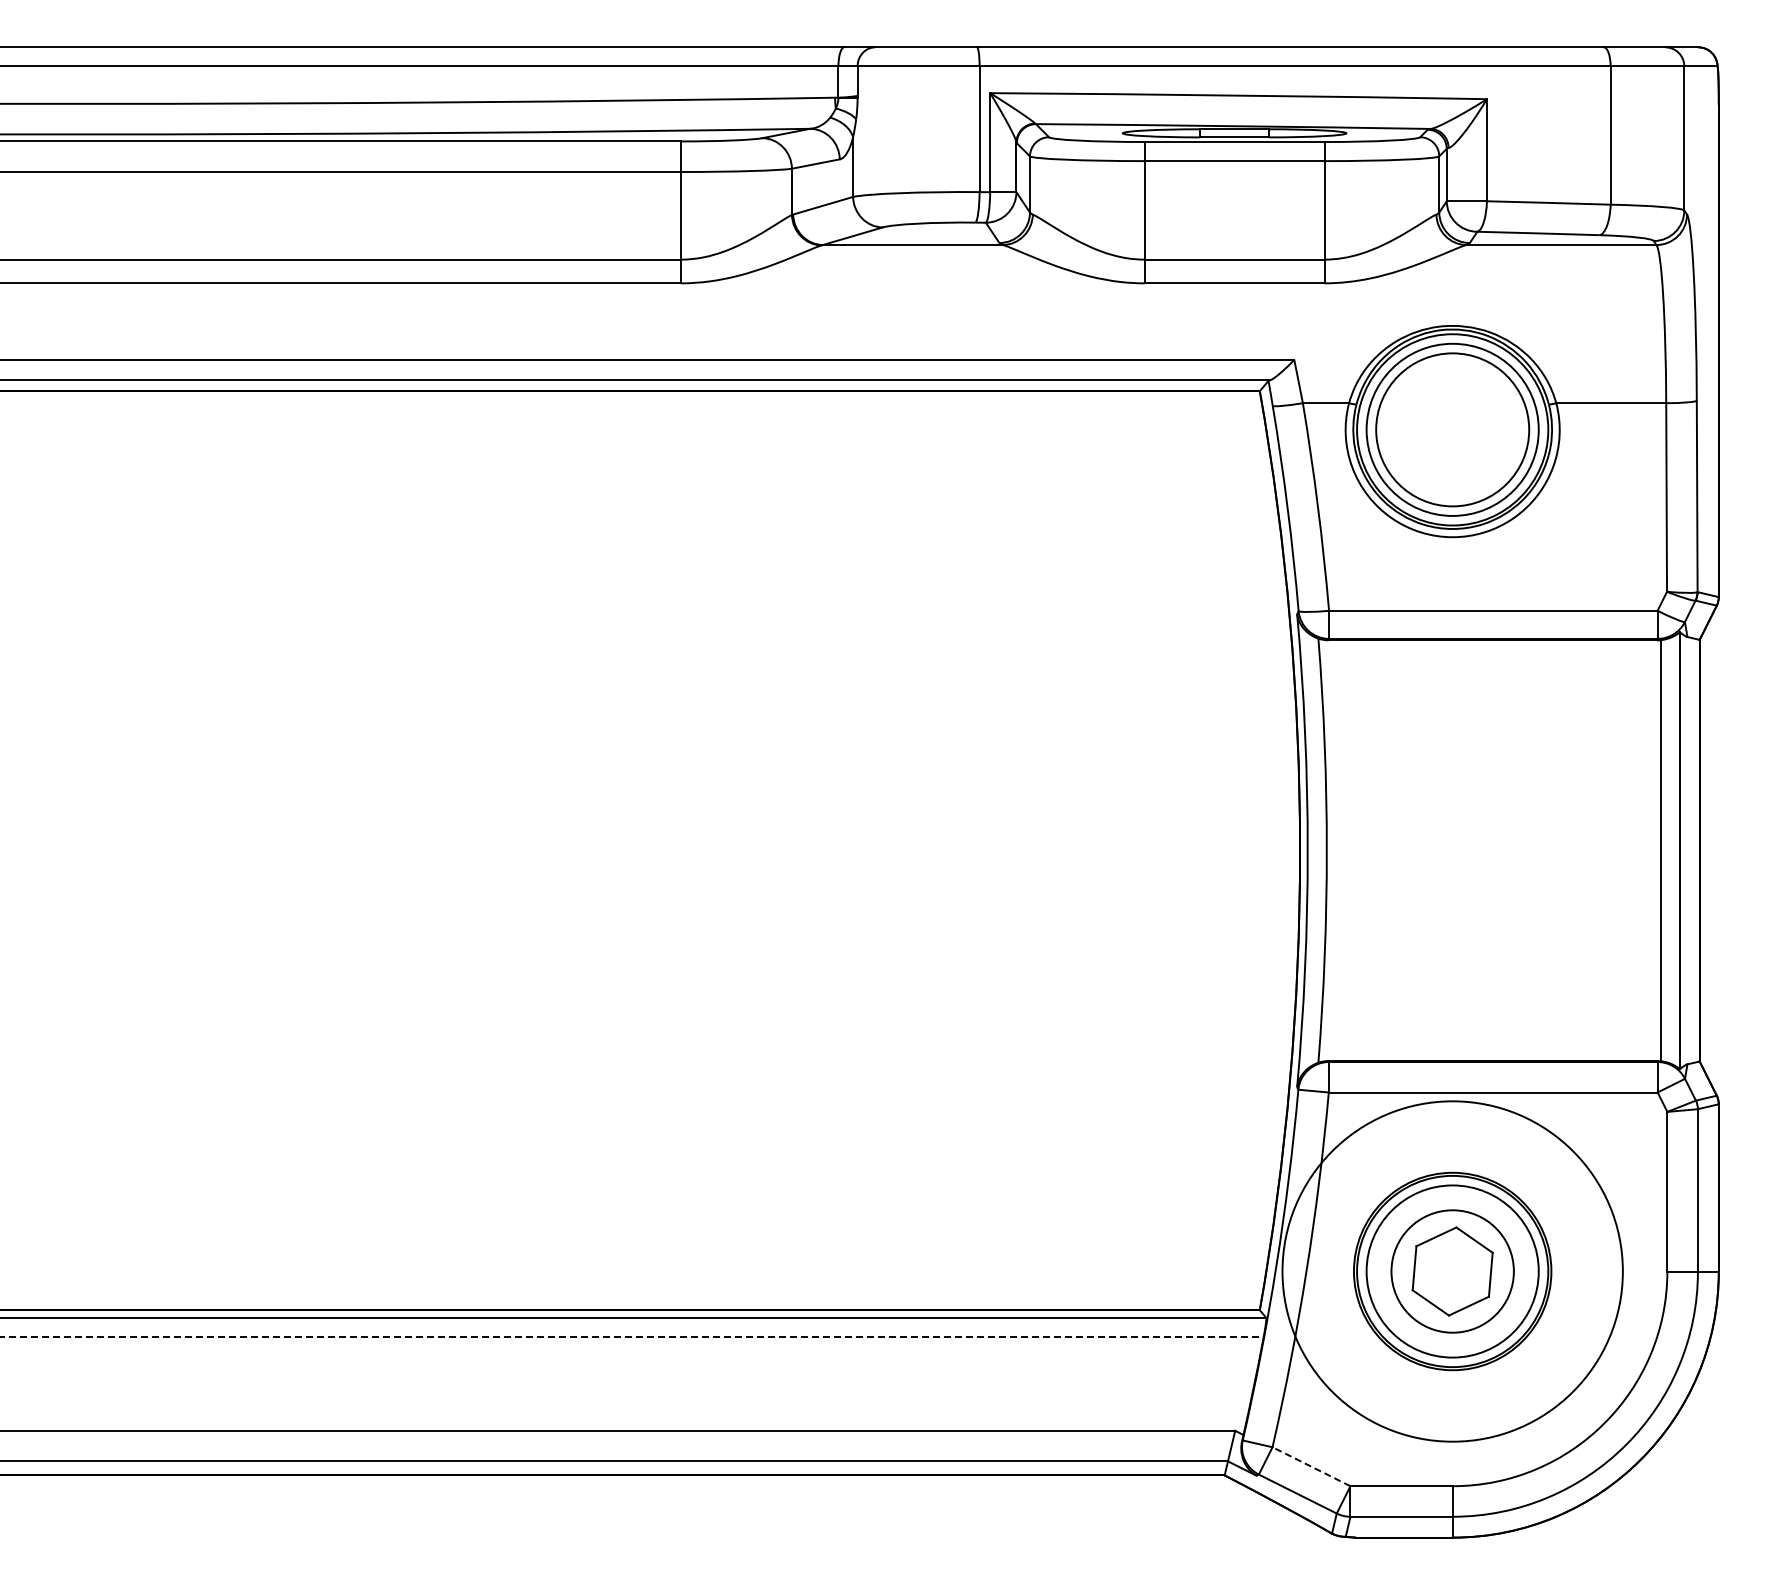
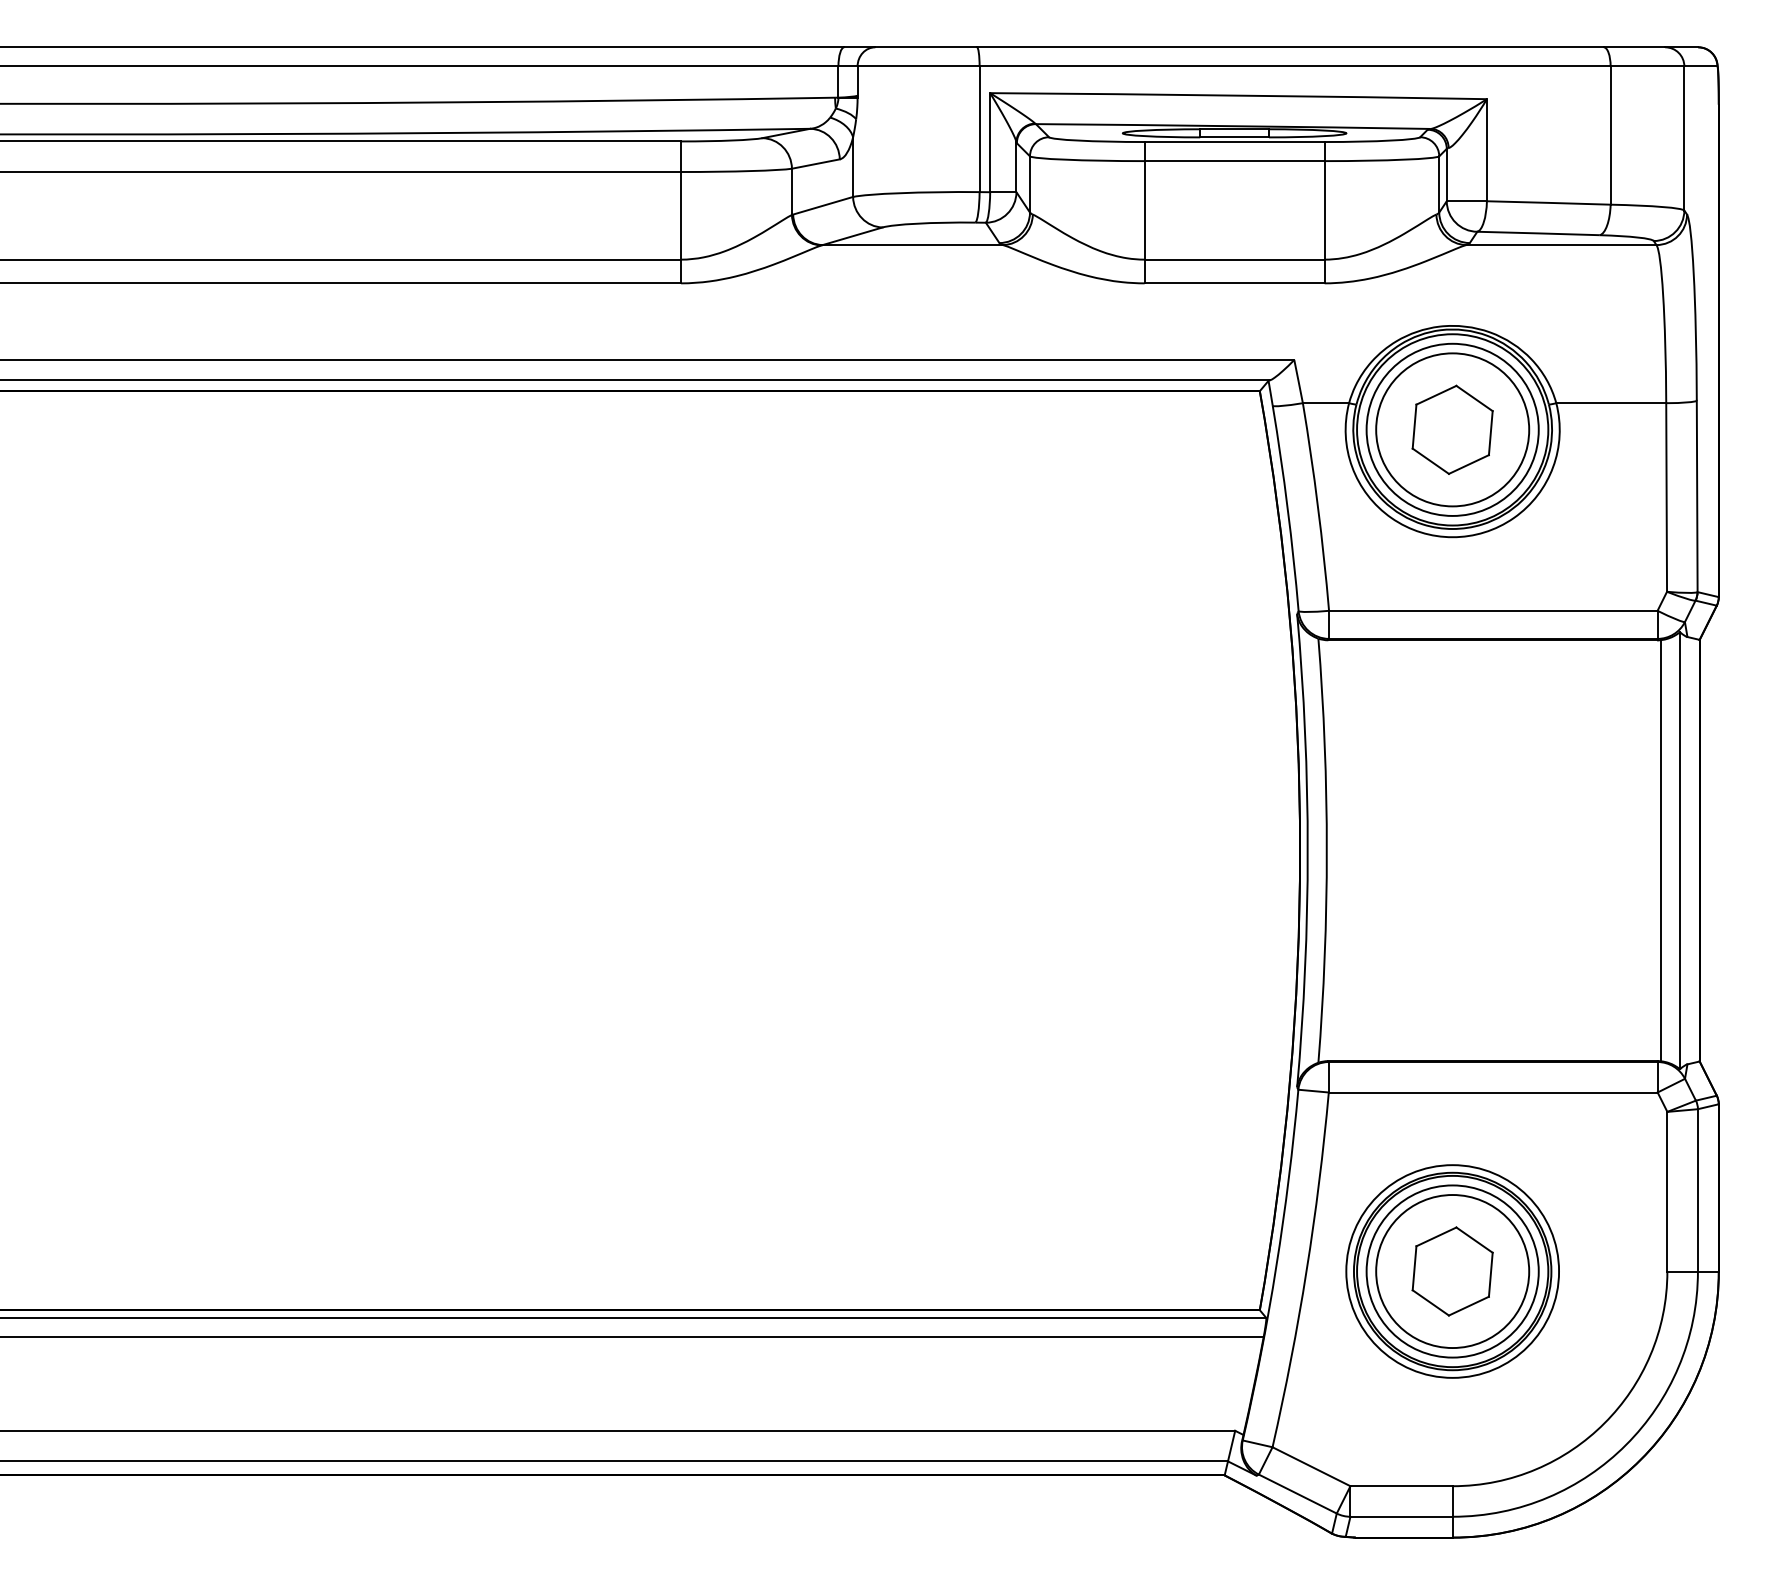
part at (1452, 429): none -> present
circle at (1452, 1271) diameter: 122 px -> 153 px
circle at (1452, 1271) diameter: 340 px -> 213 px
line at (632, 1336): dashed -> solid
line at (1311, 1466): dashed -> solid
